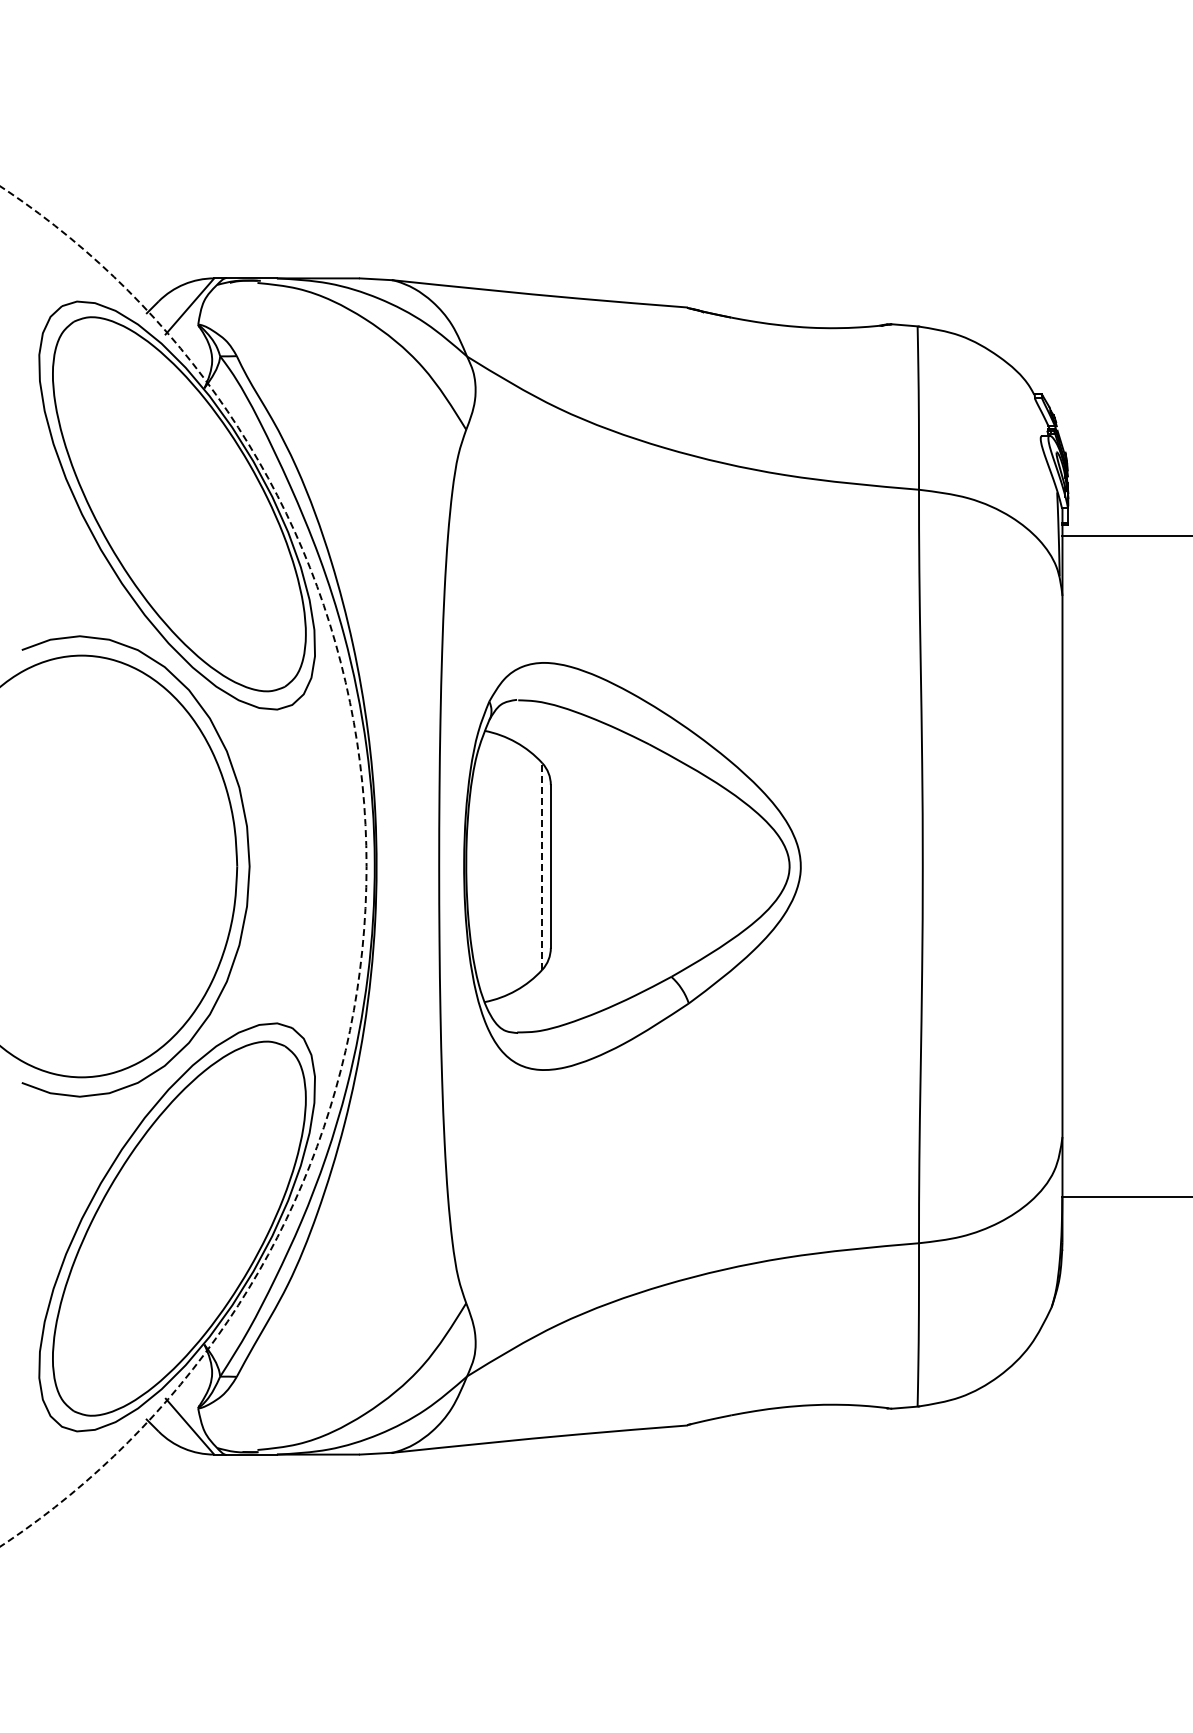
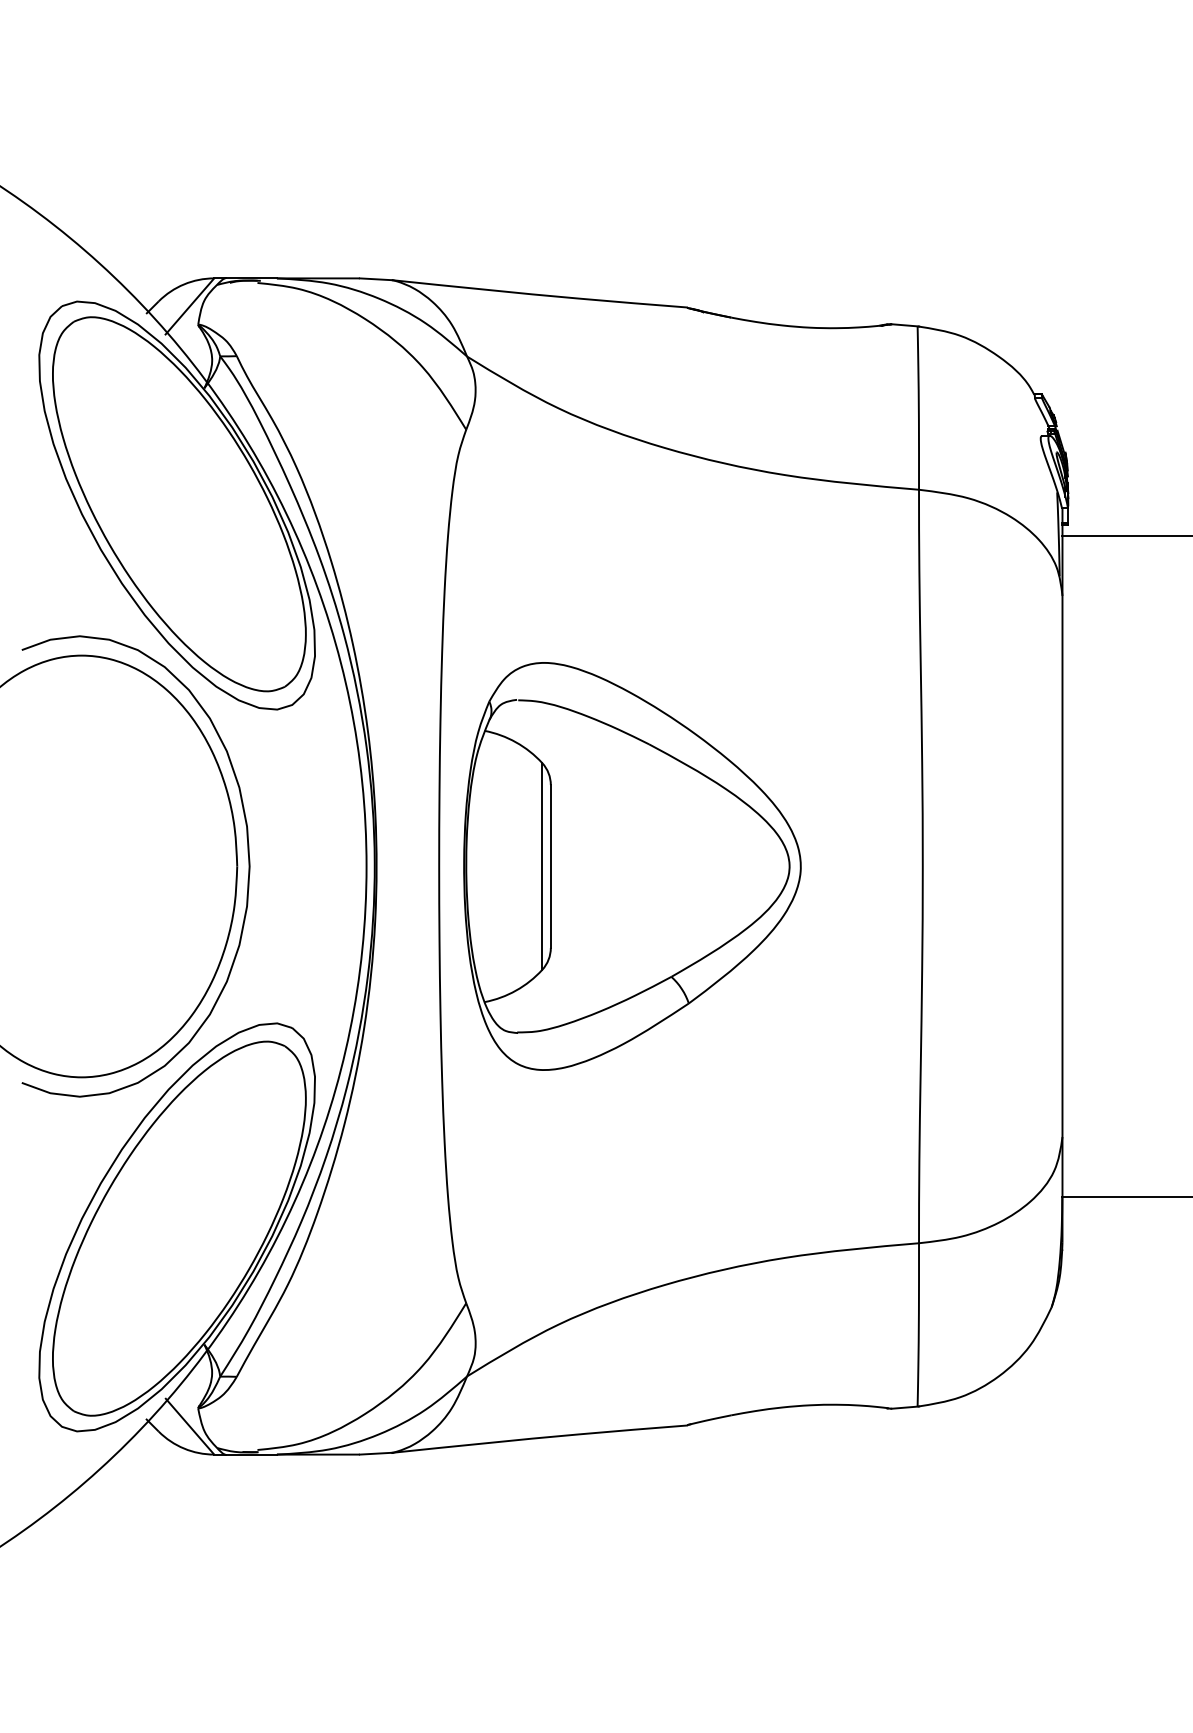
arc at (366, 866): dashed -> solid
line at (542, 866): dashed -> solid
